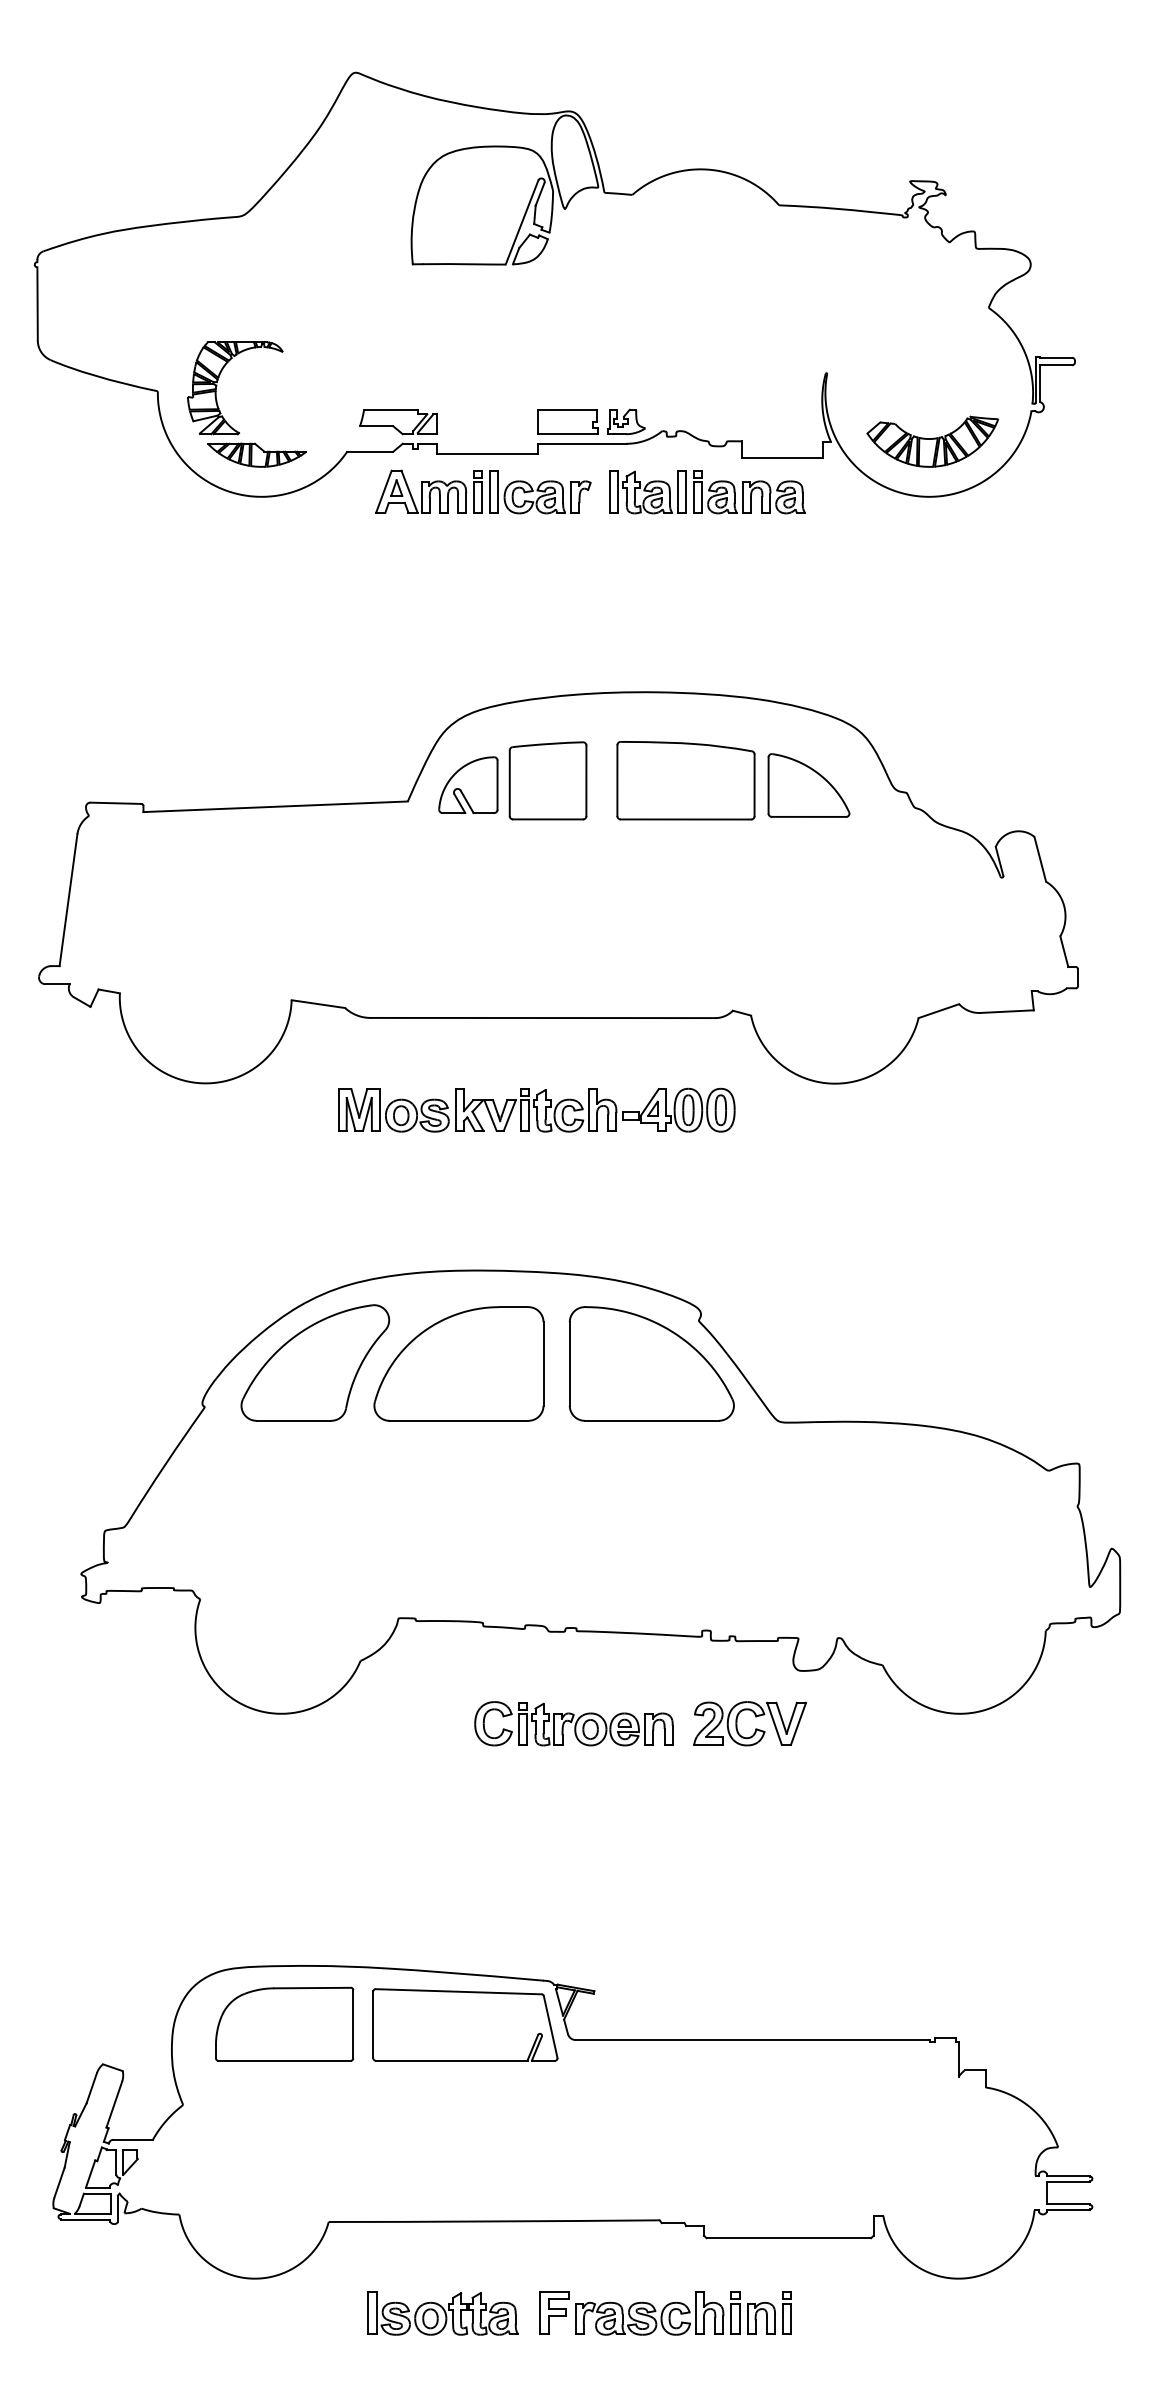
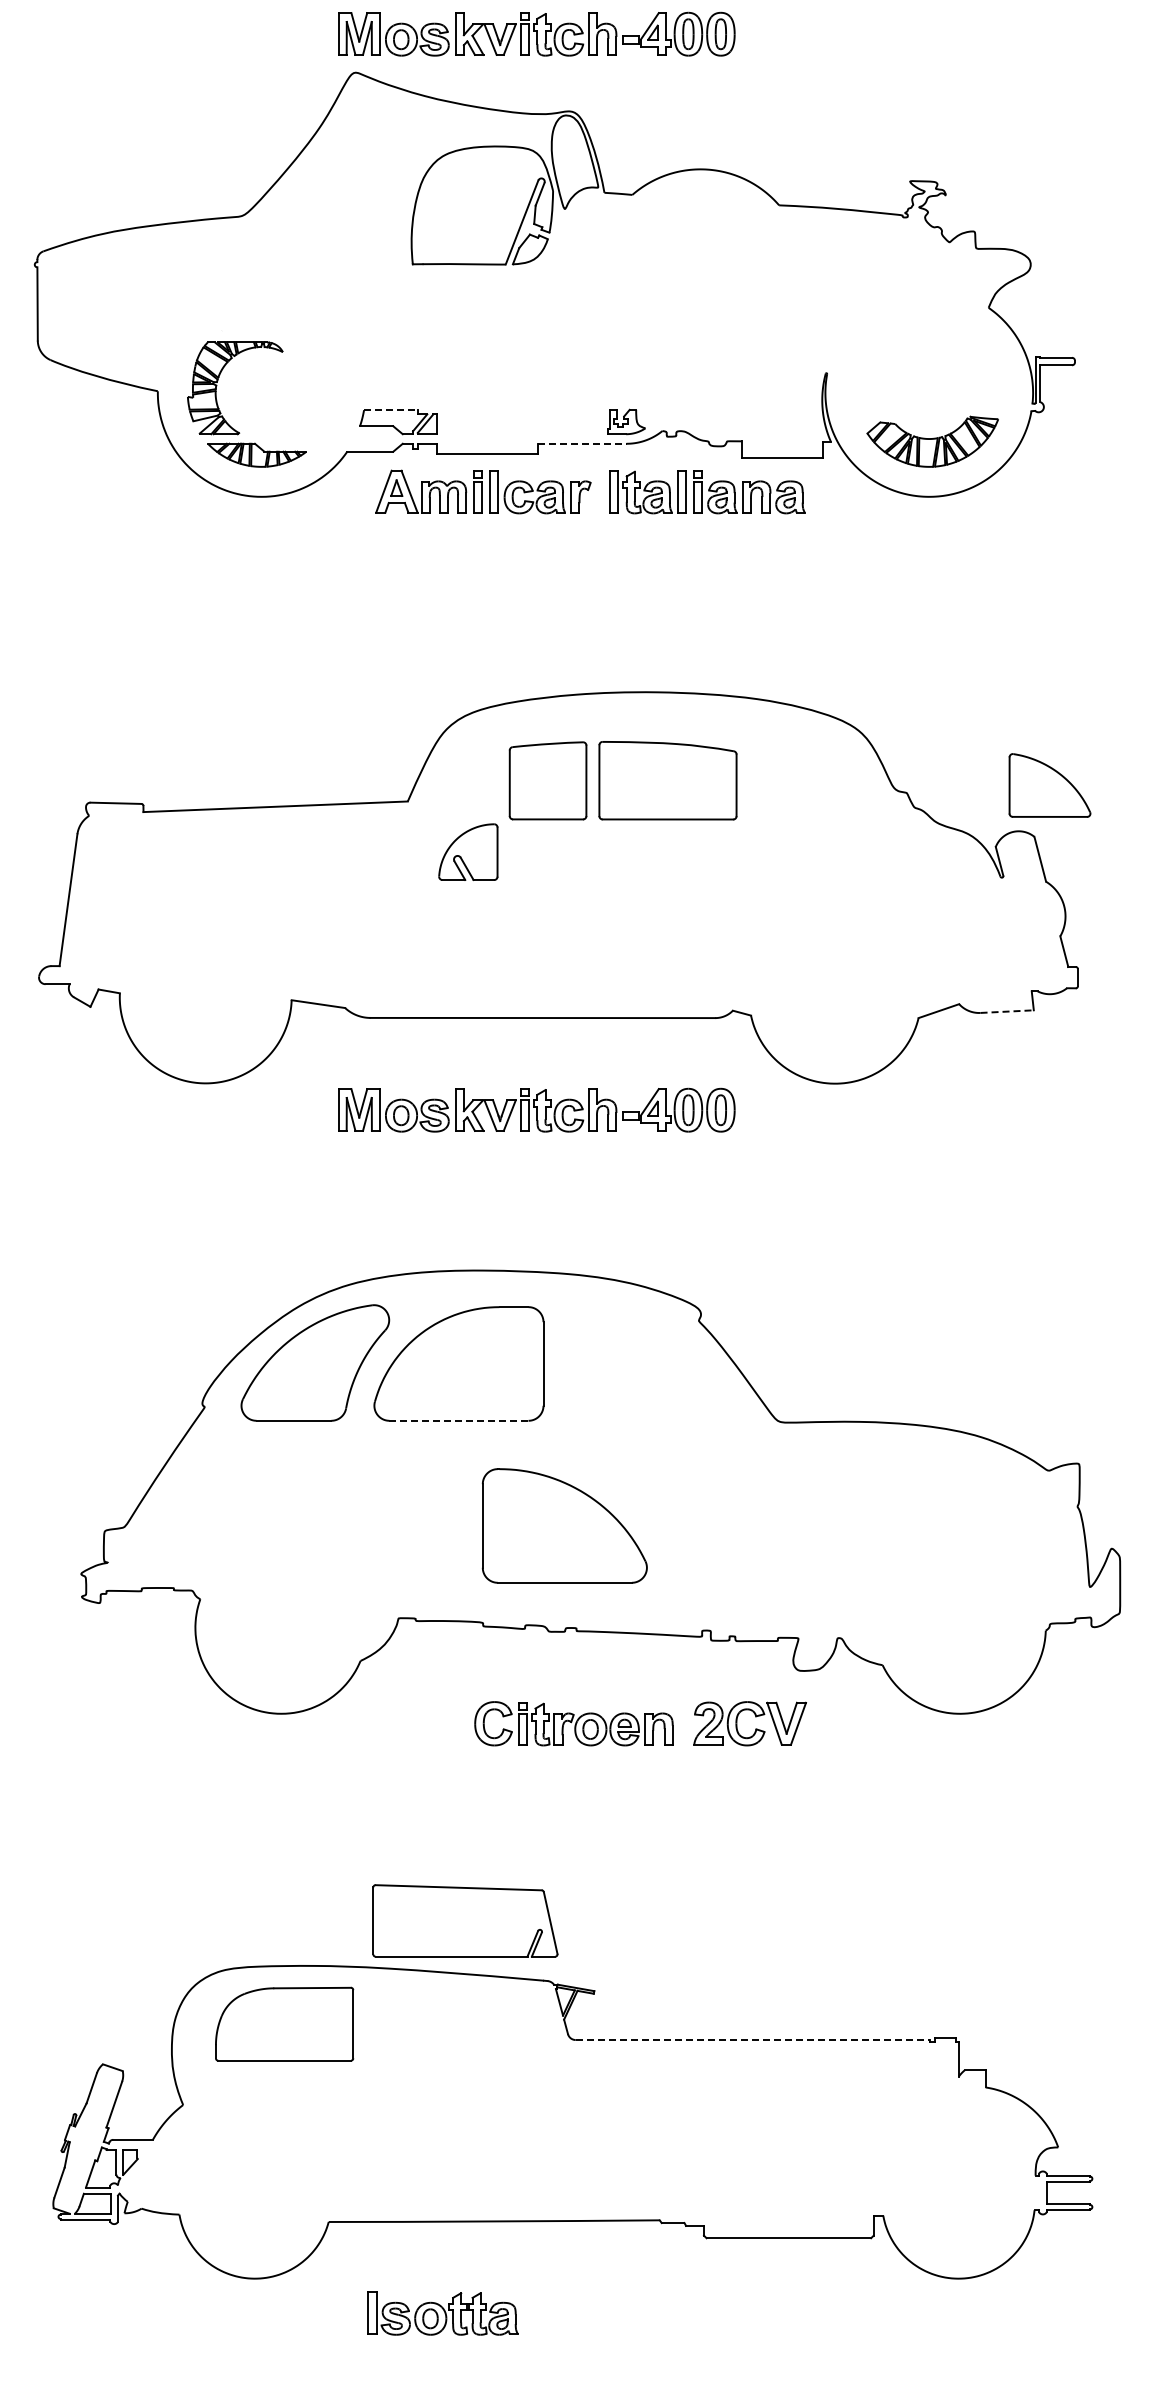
part at (536, 33): none -> present
line at (390, 410): solid -> dashed
part at (567, 421): present -> none
line at (582, 443): solid -> dashed
part at (685, 780) position: (685, 780) -> (667, 780)
part at (468, 784) position: (468, 784) -> (468, 851)
part at (808, 785) position: (808, 785) -> (1049, 785)
line at (1007, 1011): solid -> dashed
part at (651, 1363) position: (651, 1363) -> (564, 1525)
line at (458, 1420): solid -> dashed
part at (465, 2024) position: (465, 2024) -> (465, 1920)
line at (753, 2040): solid -> dashed
part at (665, 2313): present -> none
